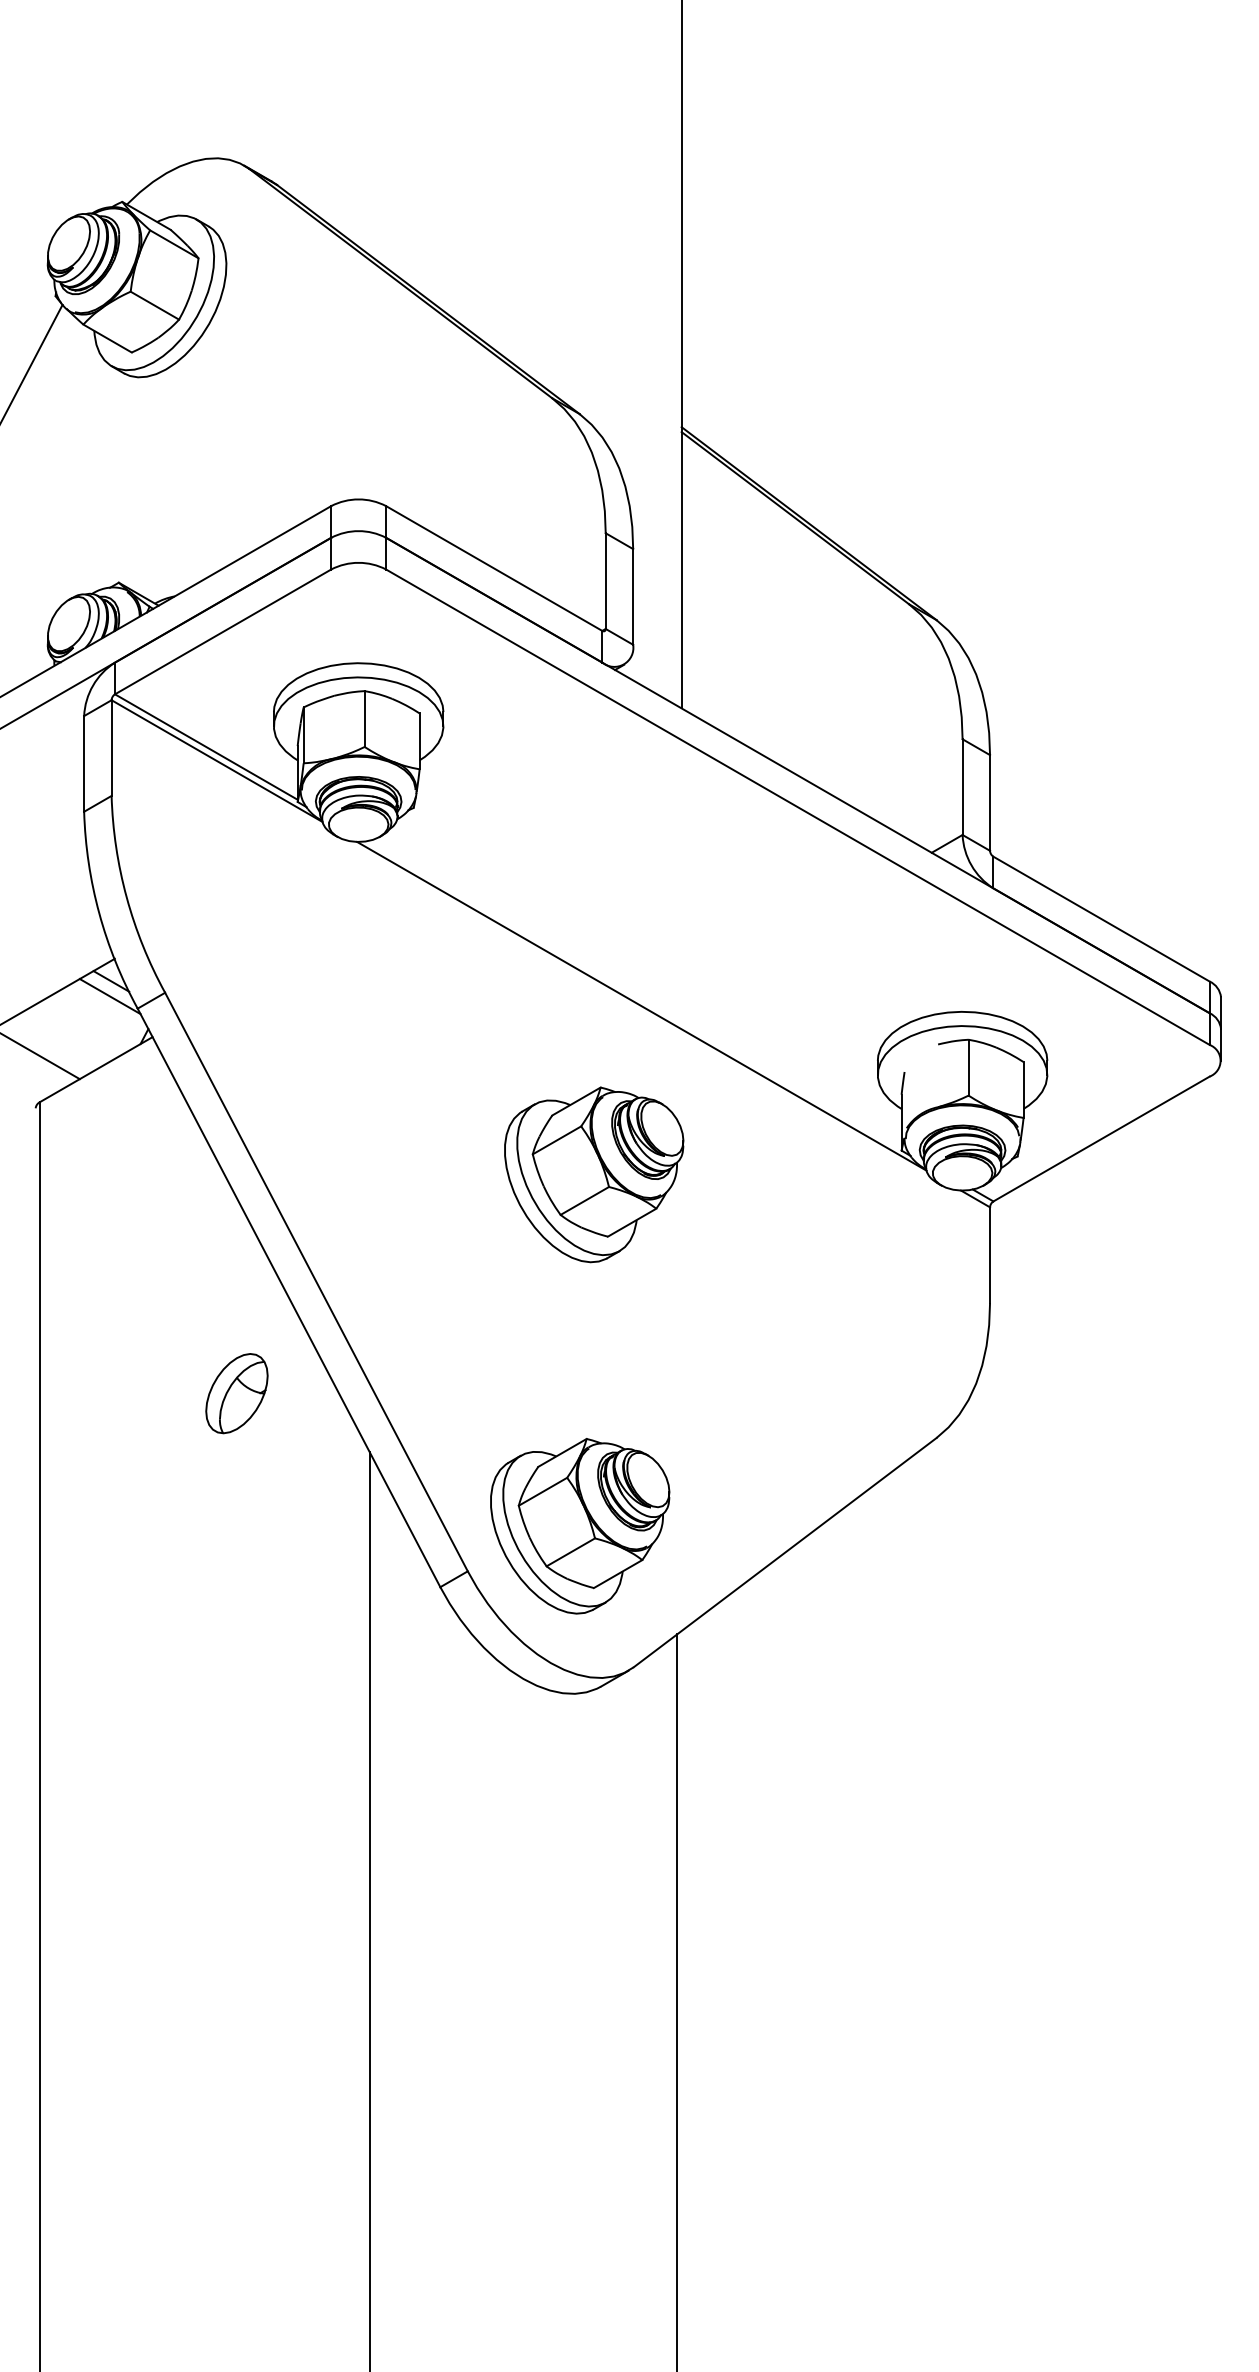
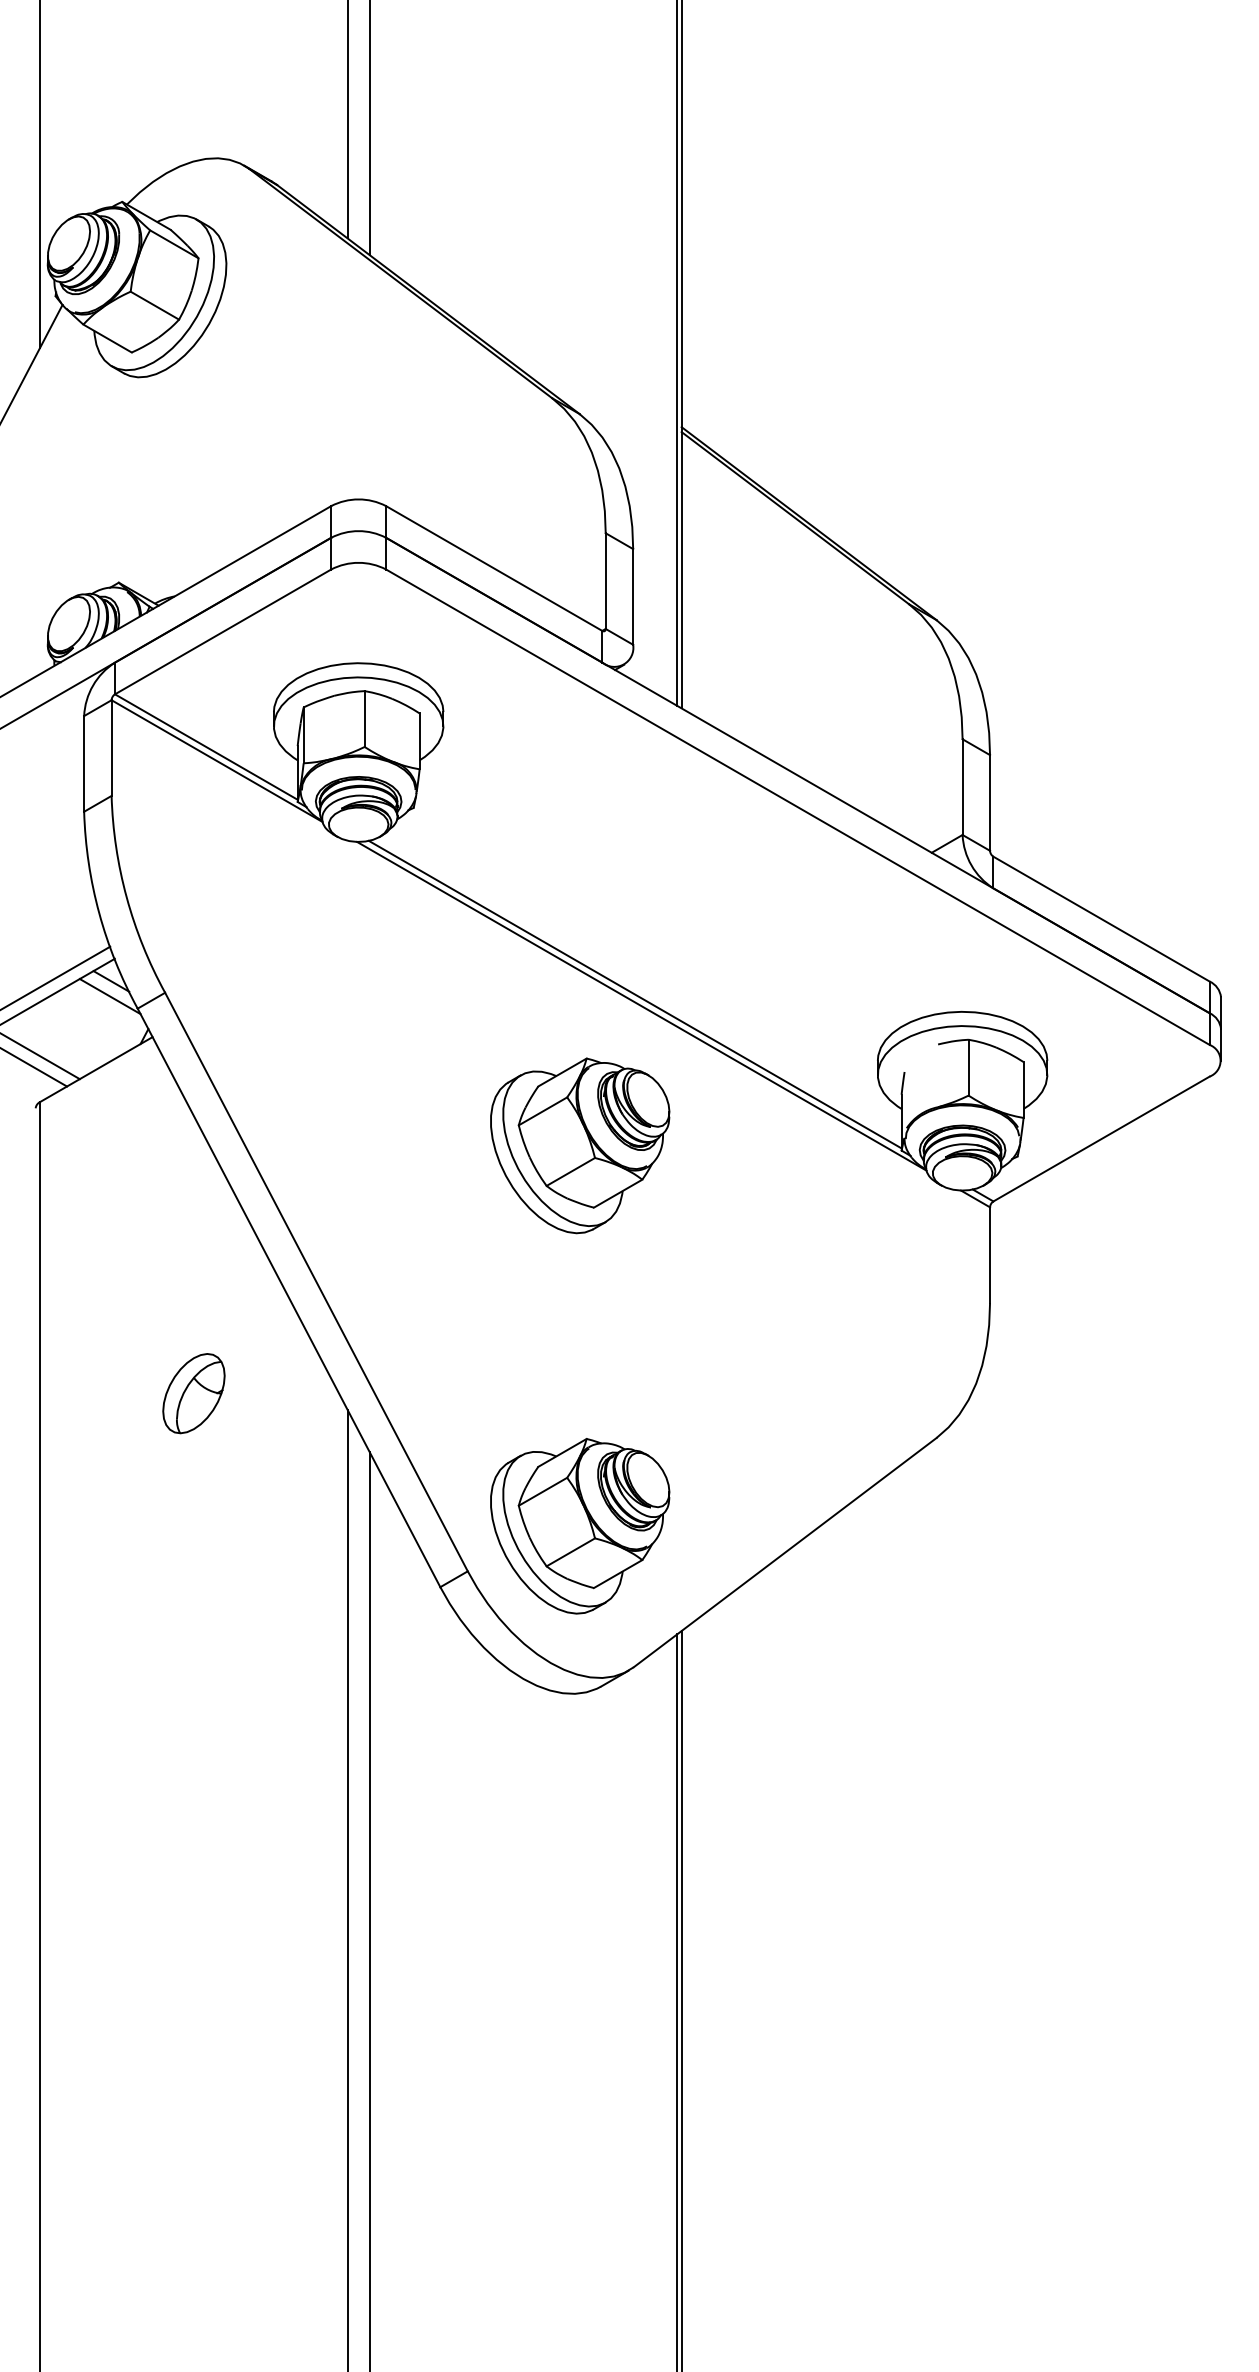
line at (347, 120): none -> present
line at (369, 128): none -> present
line at (40, 174): none -> present
line at (677, 353): none -> present
line at (56, 977): none -> present
line at (634, 994): none -> present
line at (34, 1067): none -> present
part at (594, 1174) position: (594, 1174) -> (580, 1145)
part at (236, 1393) position: (236, 1393) -> (193, 1393)
line at (347, 1889): none -> present
line at (681, 1999): none -> present
